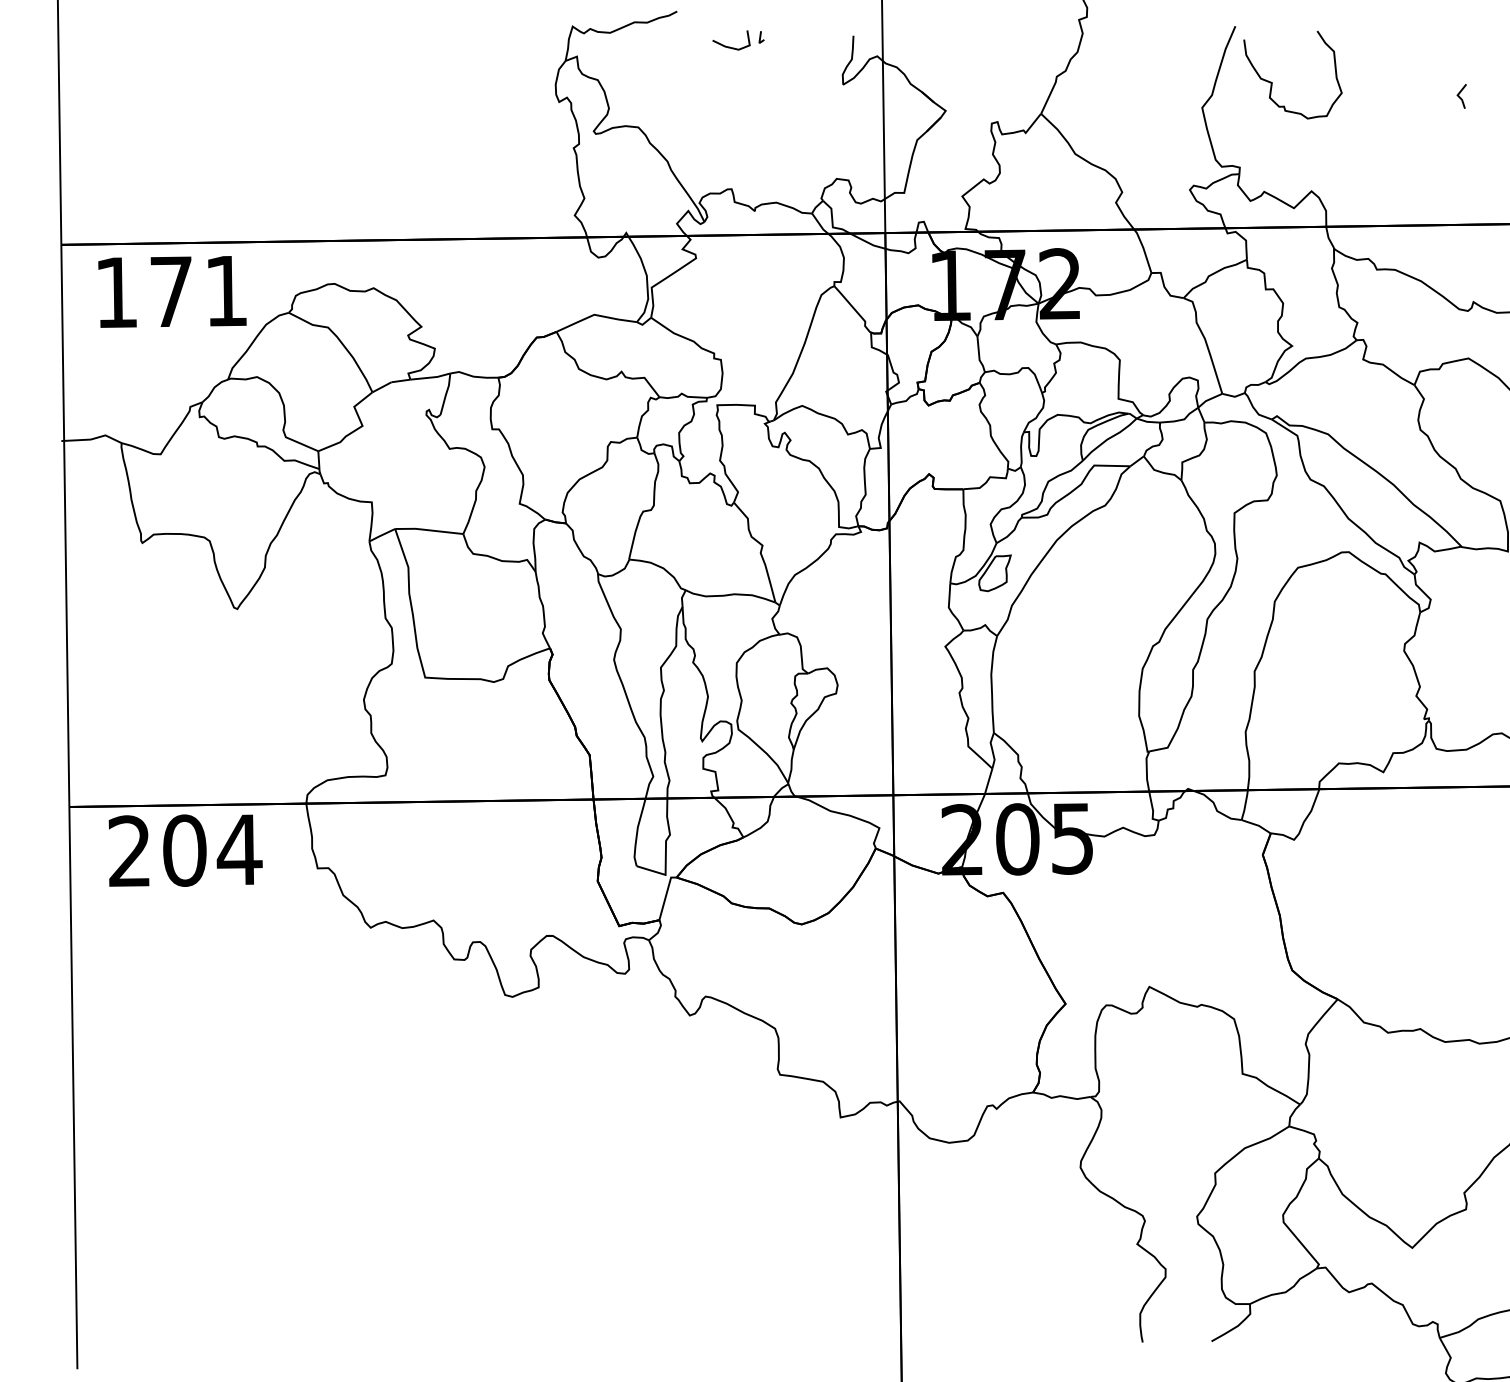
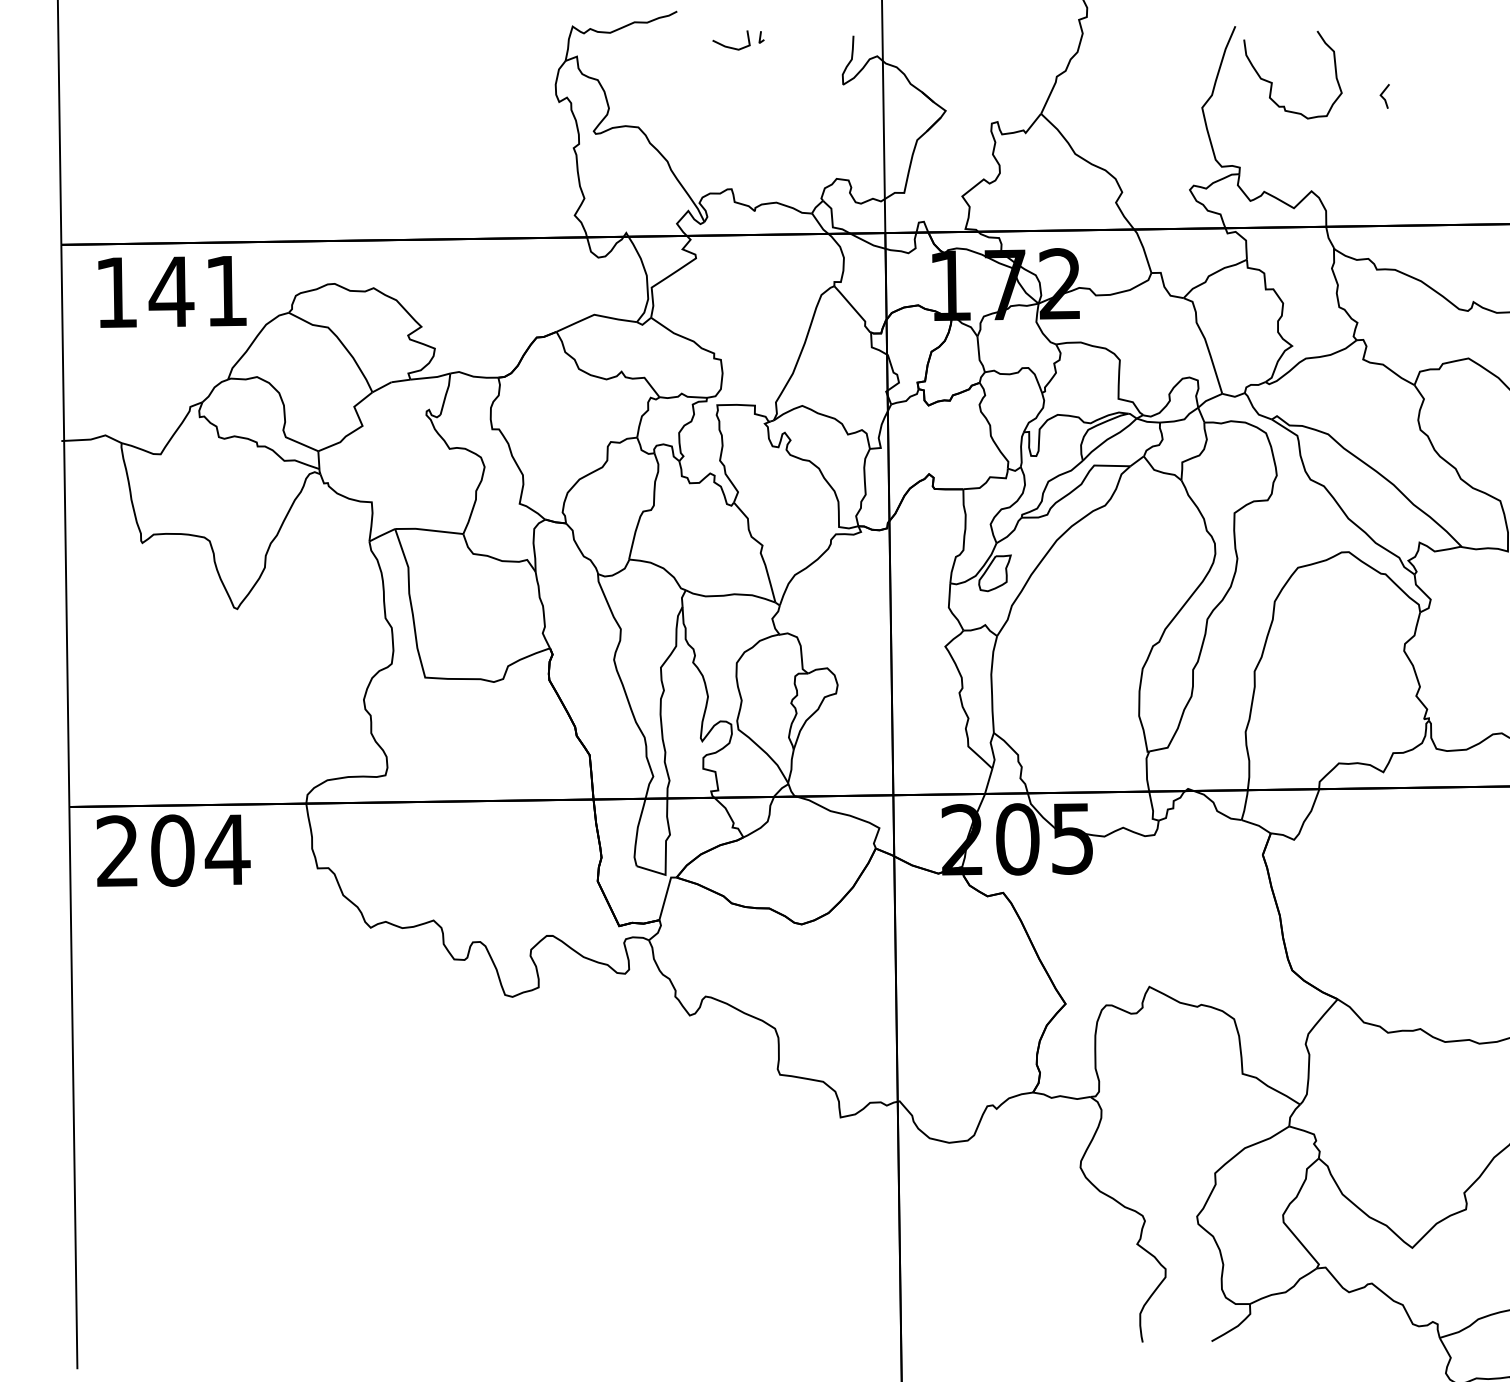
line at (1460, 96) position: (1460, 96) -> (1383, 96)
text at (171, 291): 171 -> 141
text at (185, 850) position: (185, 850) -> (173, 850)
